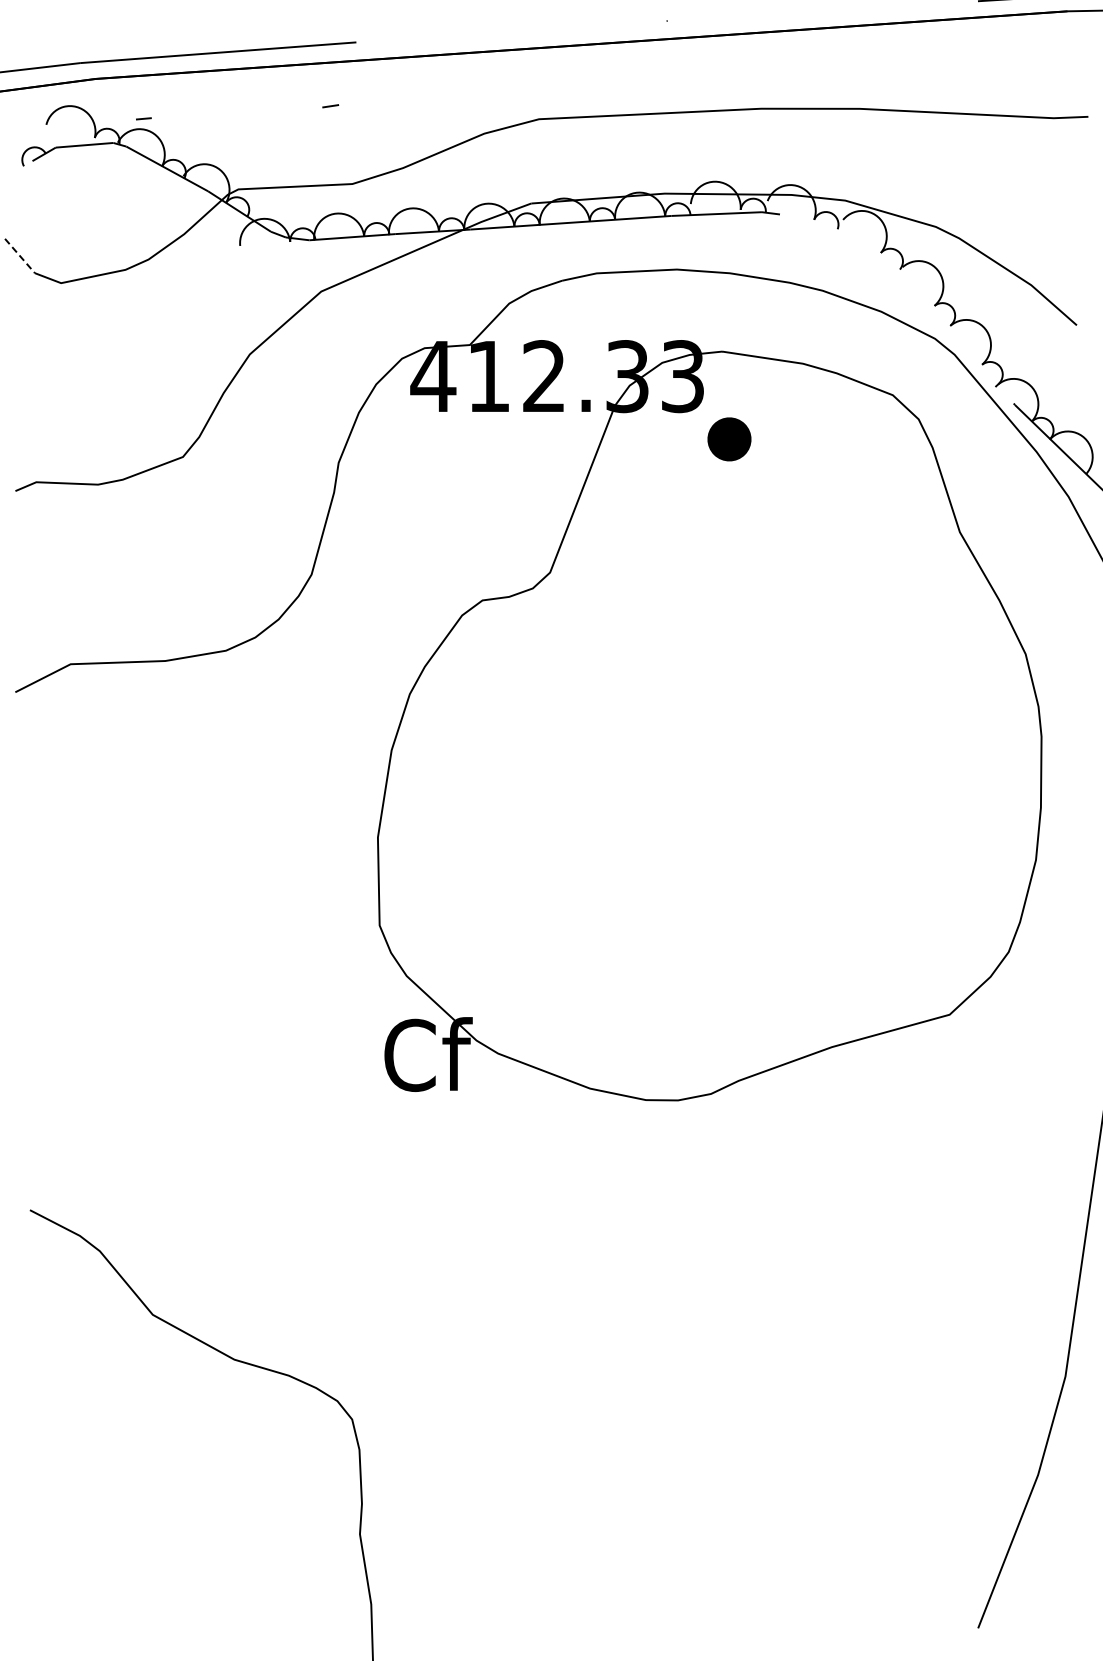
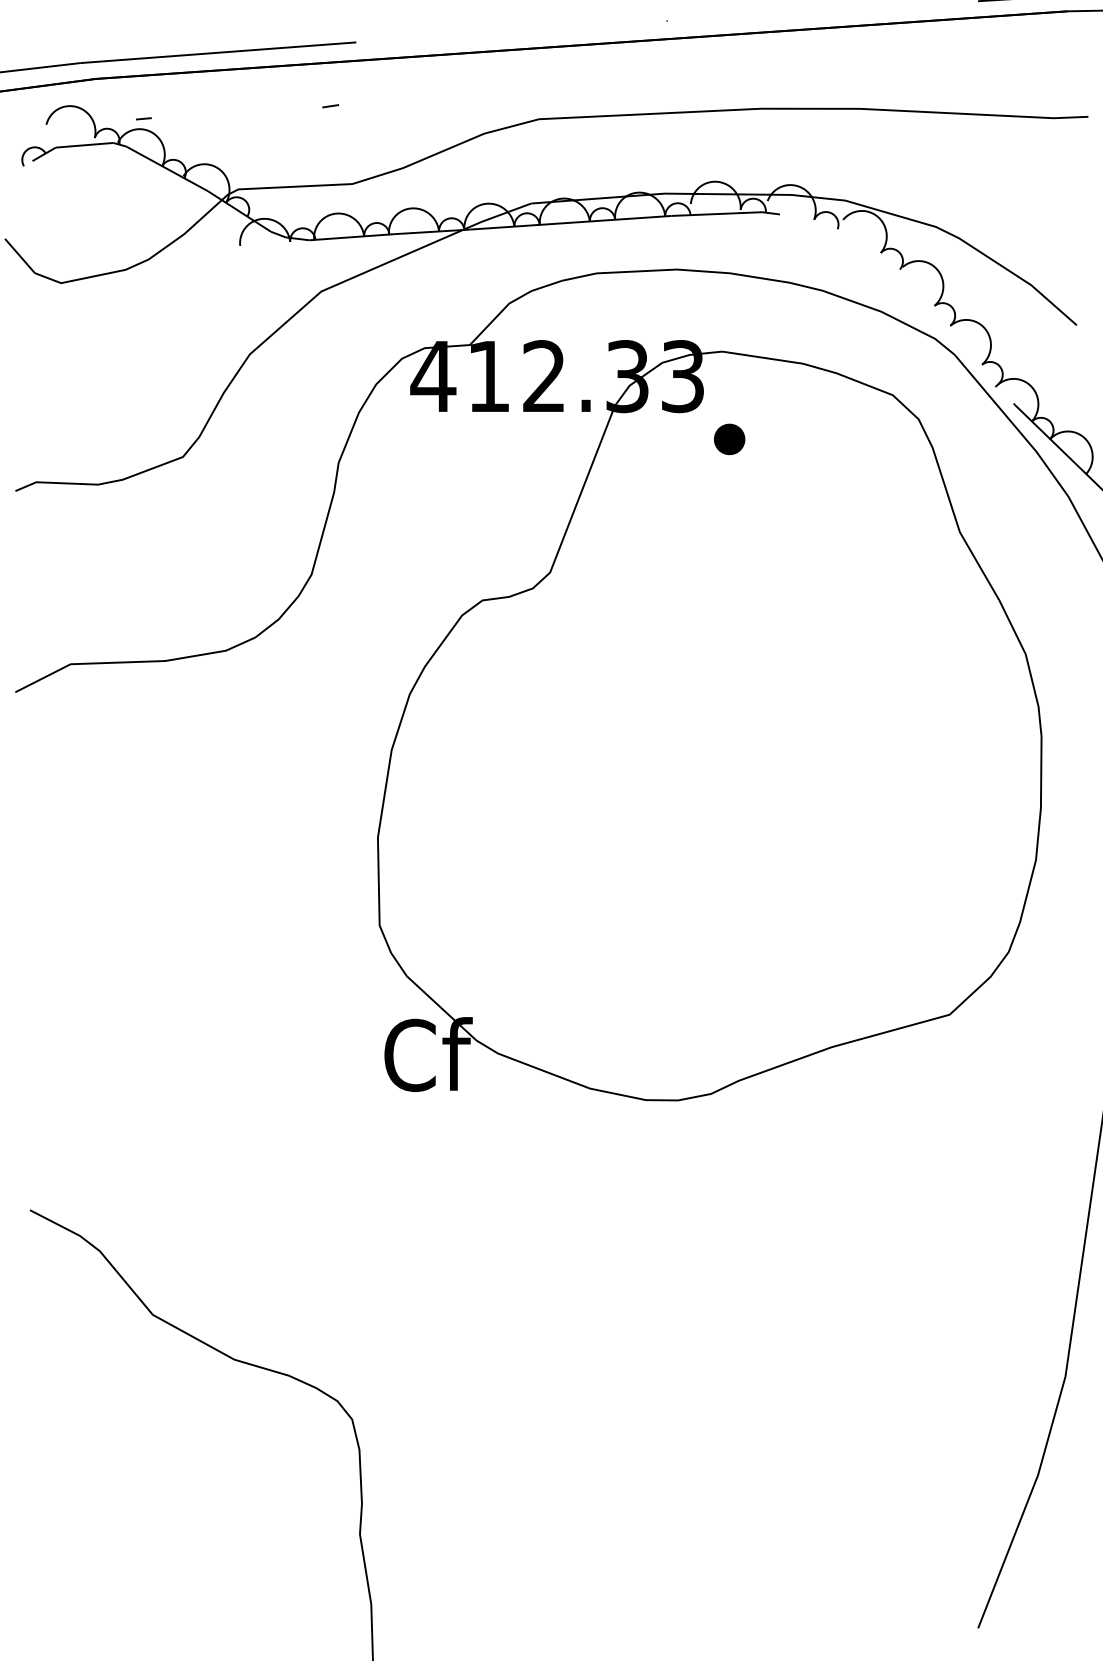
line at (19, 256): dashed -> solid
part at (729, 439) size: 45x45 px -> 32x33 px
